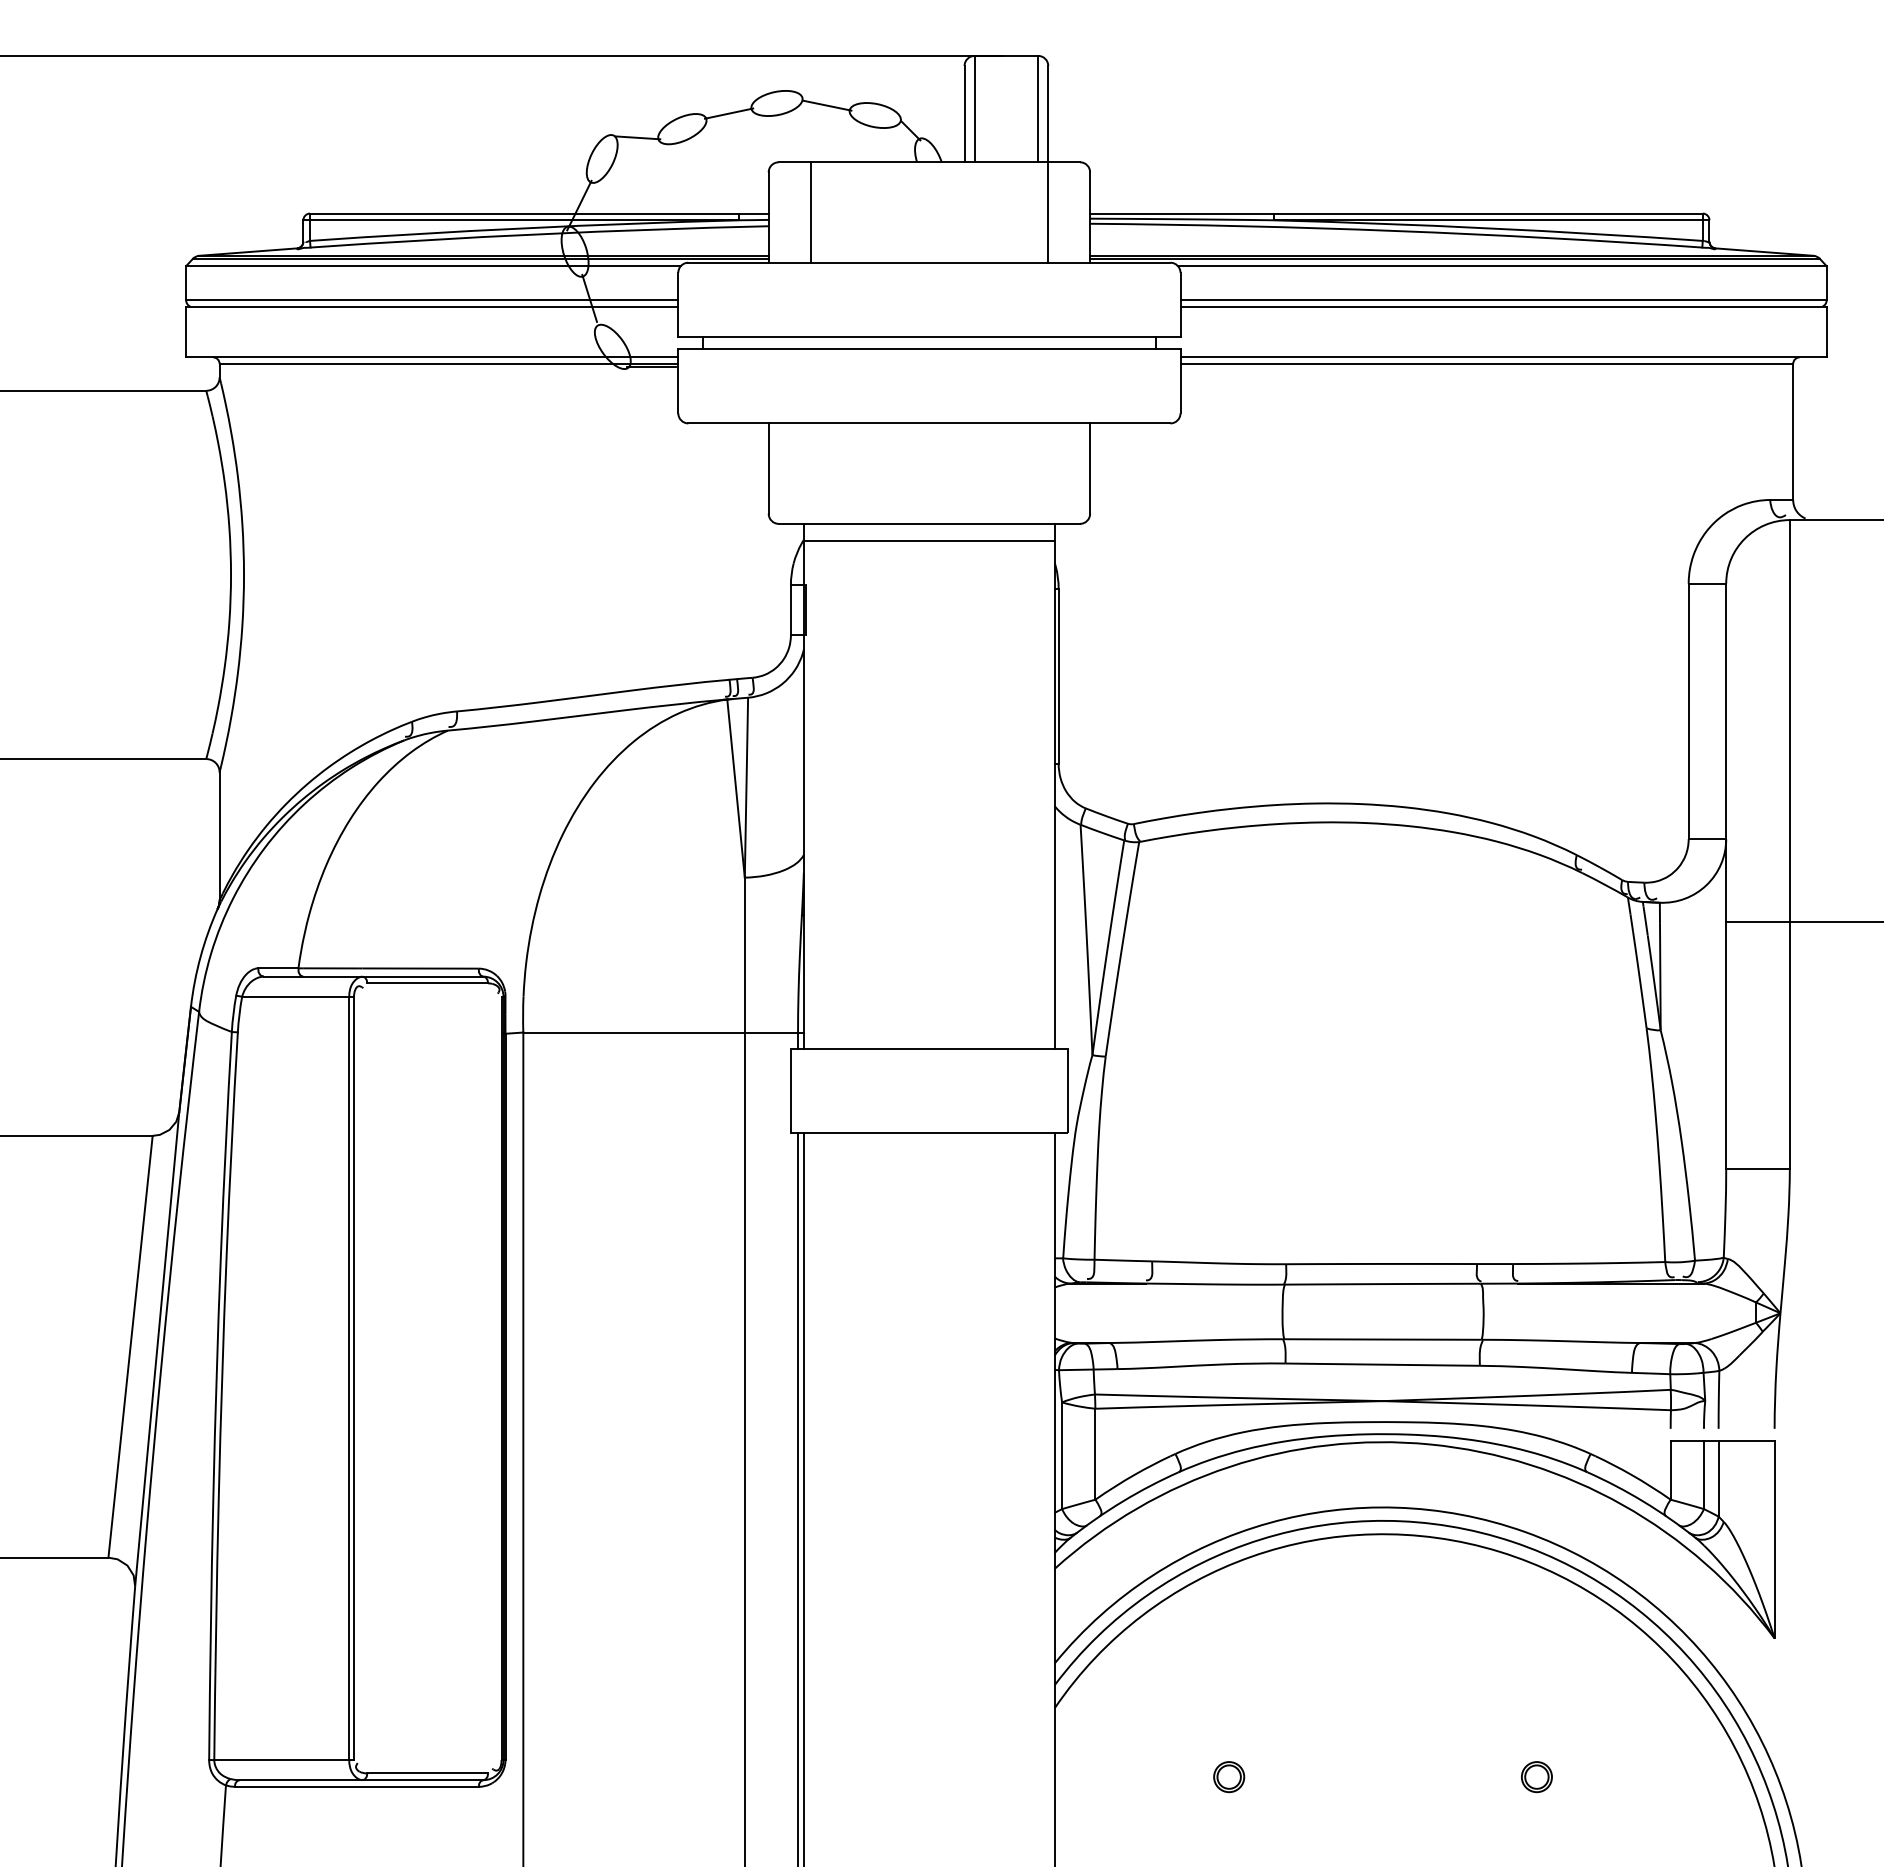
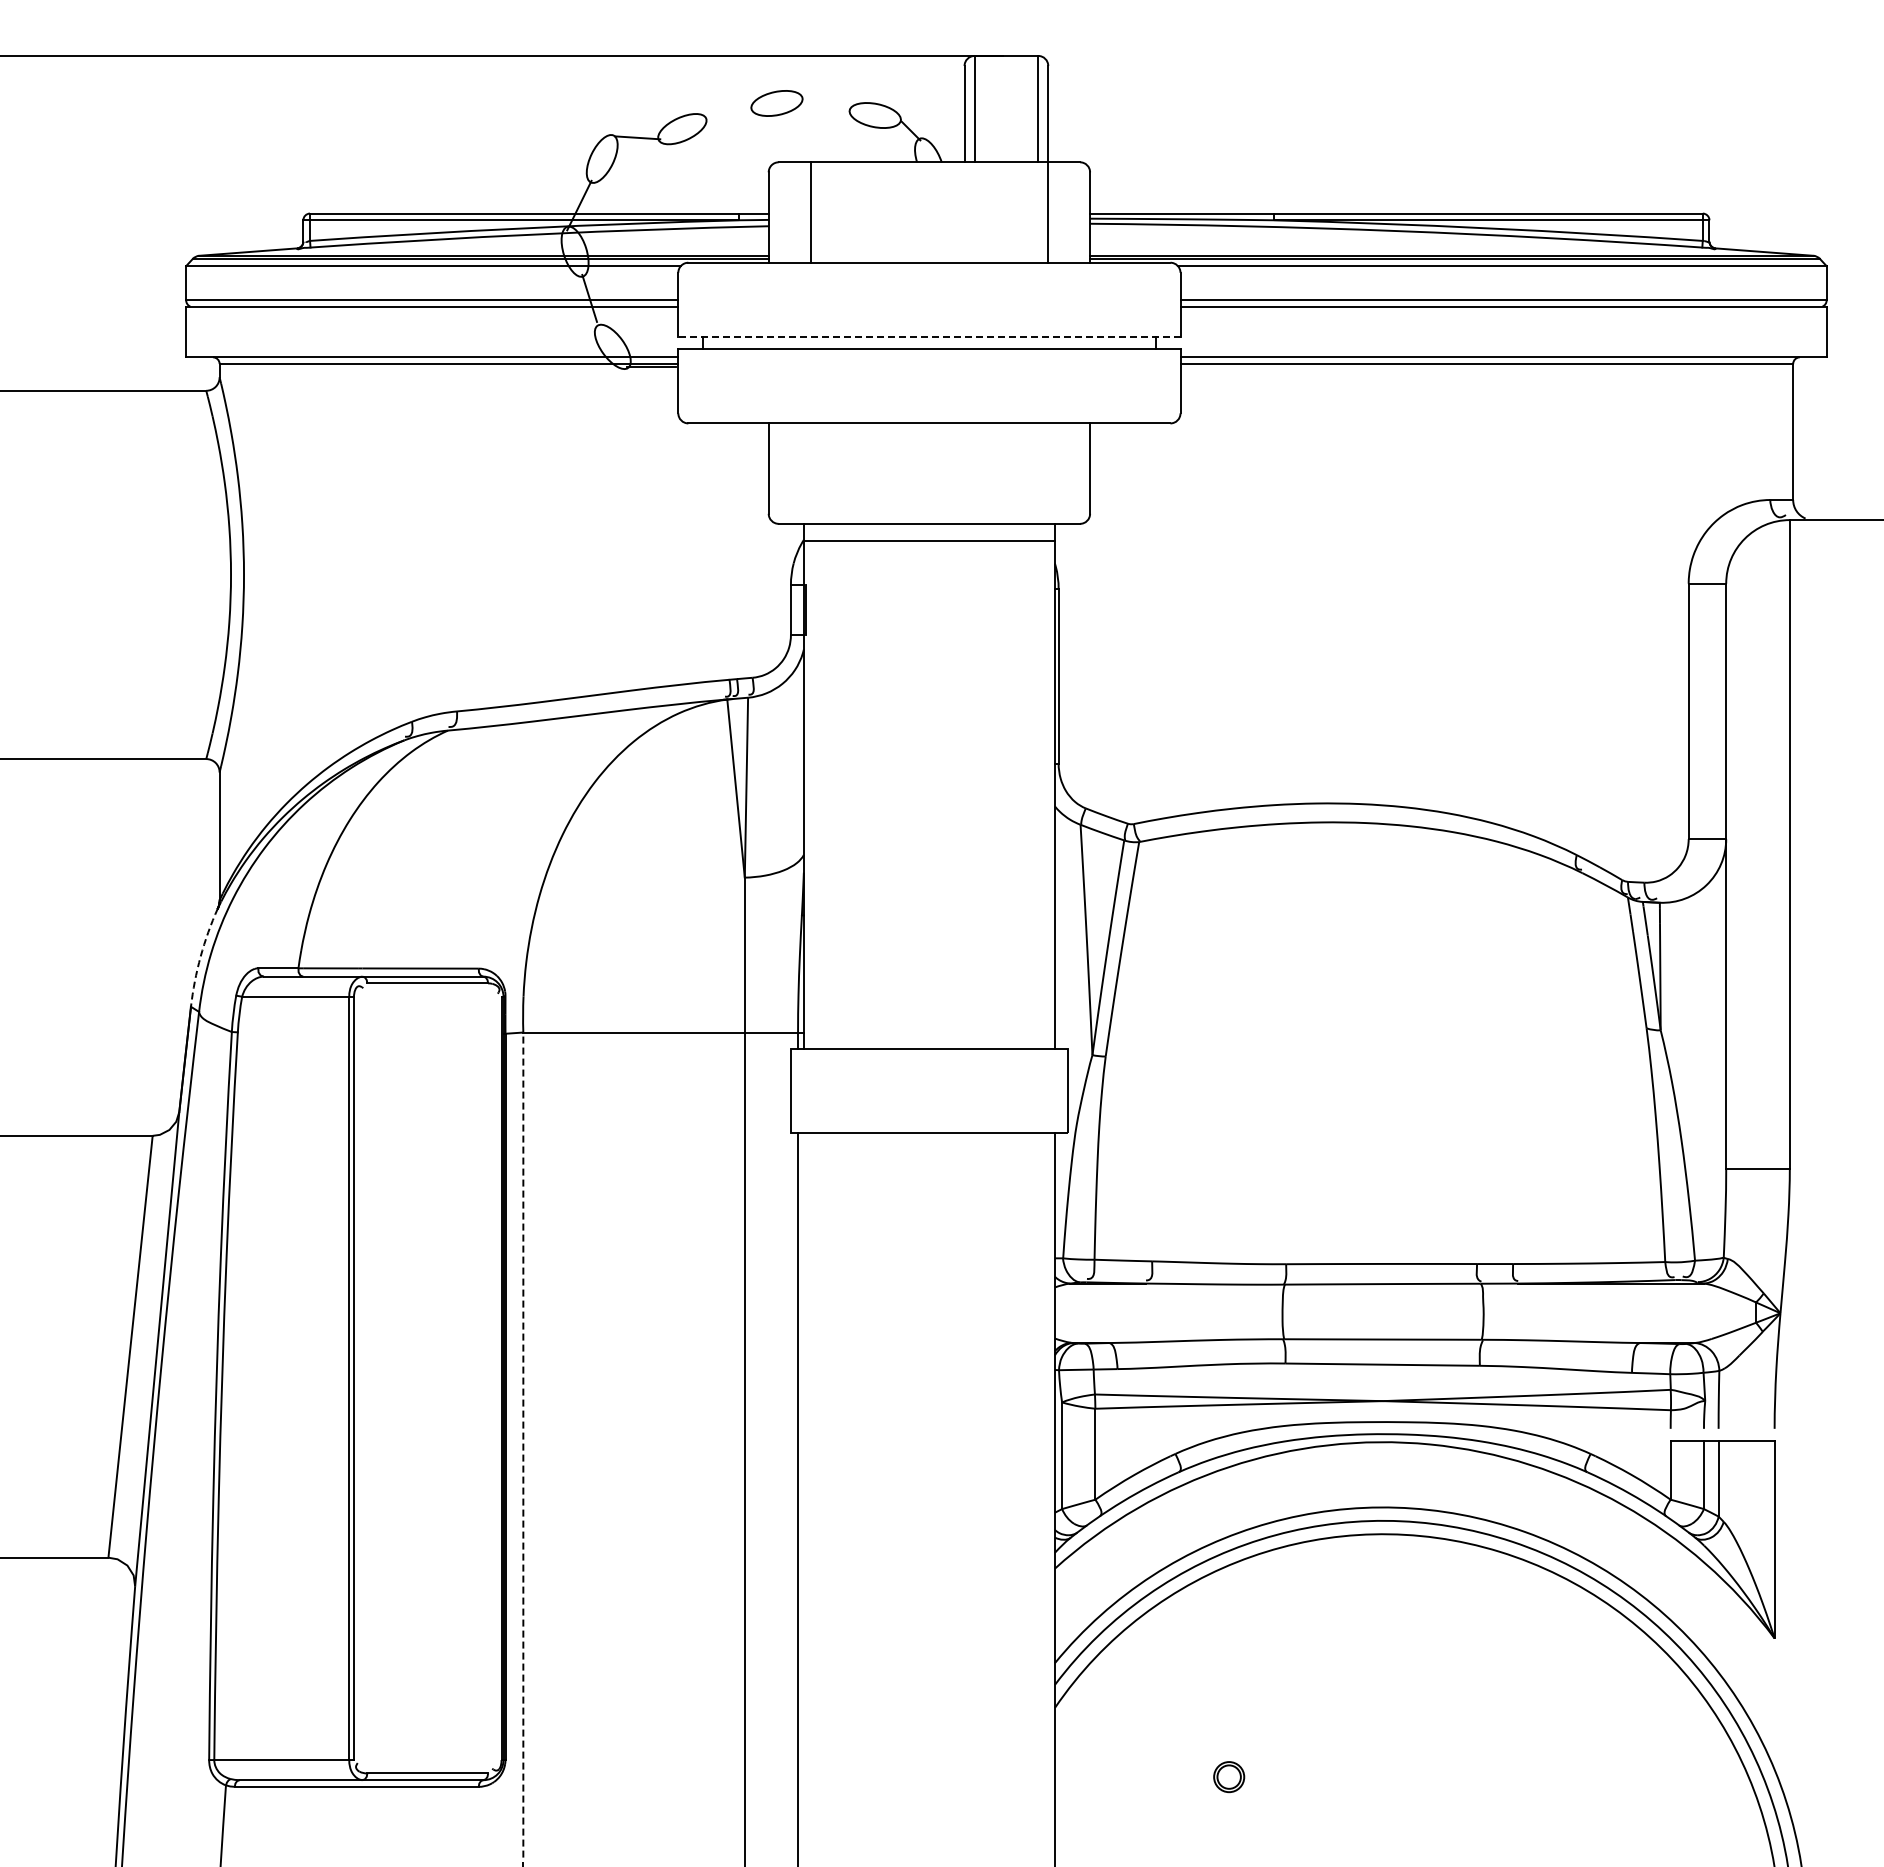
line at (827, 105): present -> none
line at (729, 113): present -> none
line at (928, 337): solid -> dashed
line at (1803, 921): present -> none
arc at (200, 956): solid -> dashed
line at (523, 1449): solid -> dashed
line at (803, 1498): present -> none
part at (1536, 1777): present -> none
